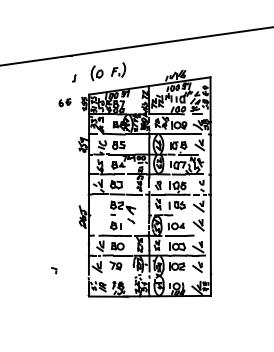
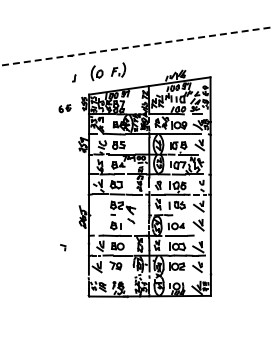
line at (137, 46): solid -> dashed
part at (64, 102) position: (64, 102) -> (64, 108)
part at (54, 270) position: (54, 270) -> (63, 247)
